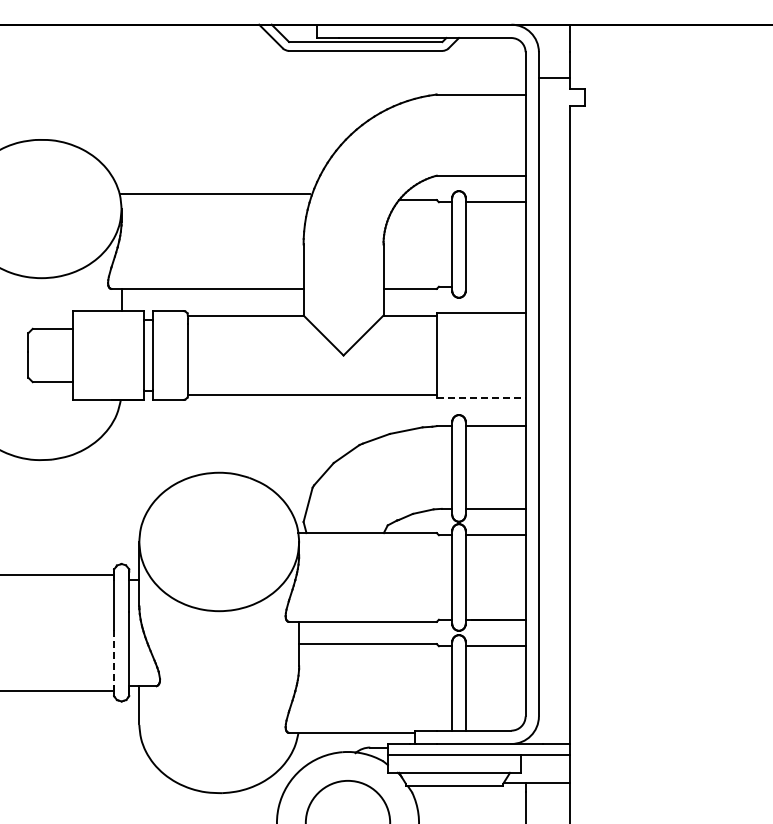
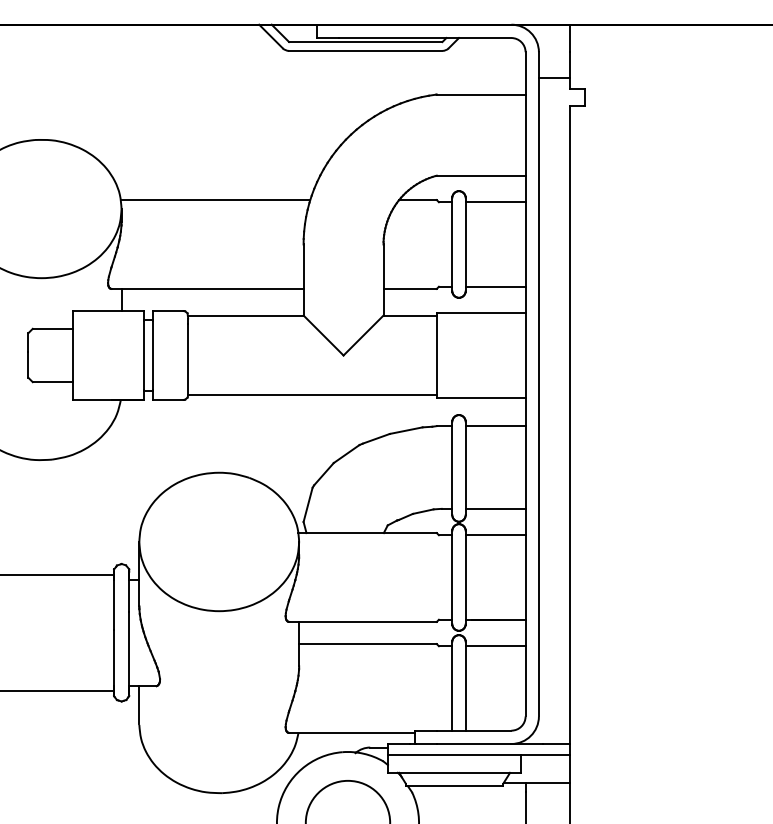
line at (215, 194) position: (215, 194) -> (215, 200)
line at (495, 286): none -> present
line at (481, 397): dashed -> solid
line at (114, 662): dashed -> solid
